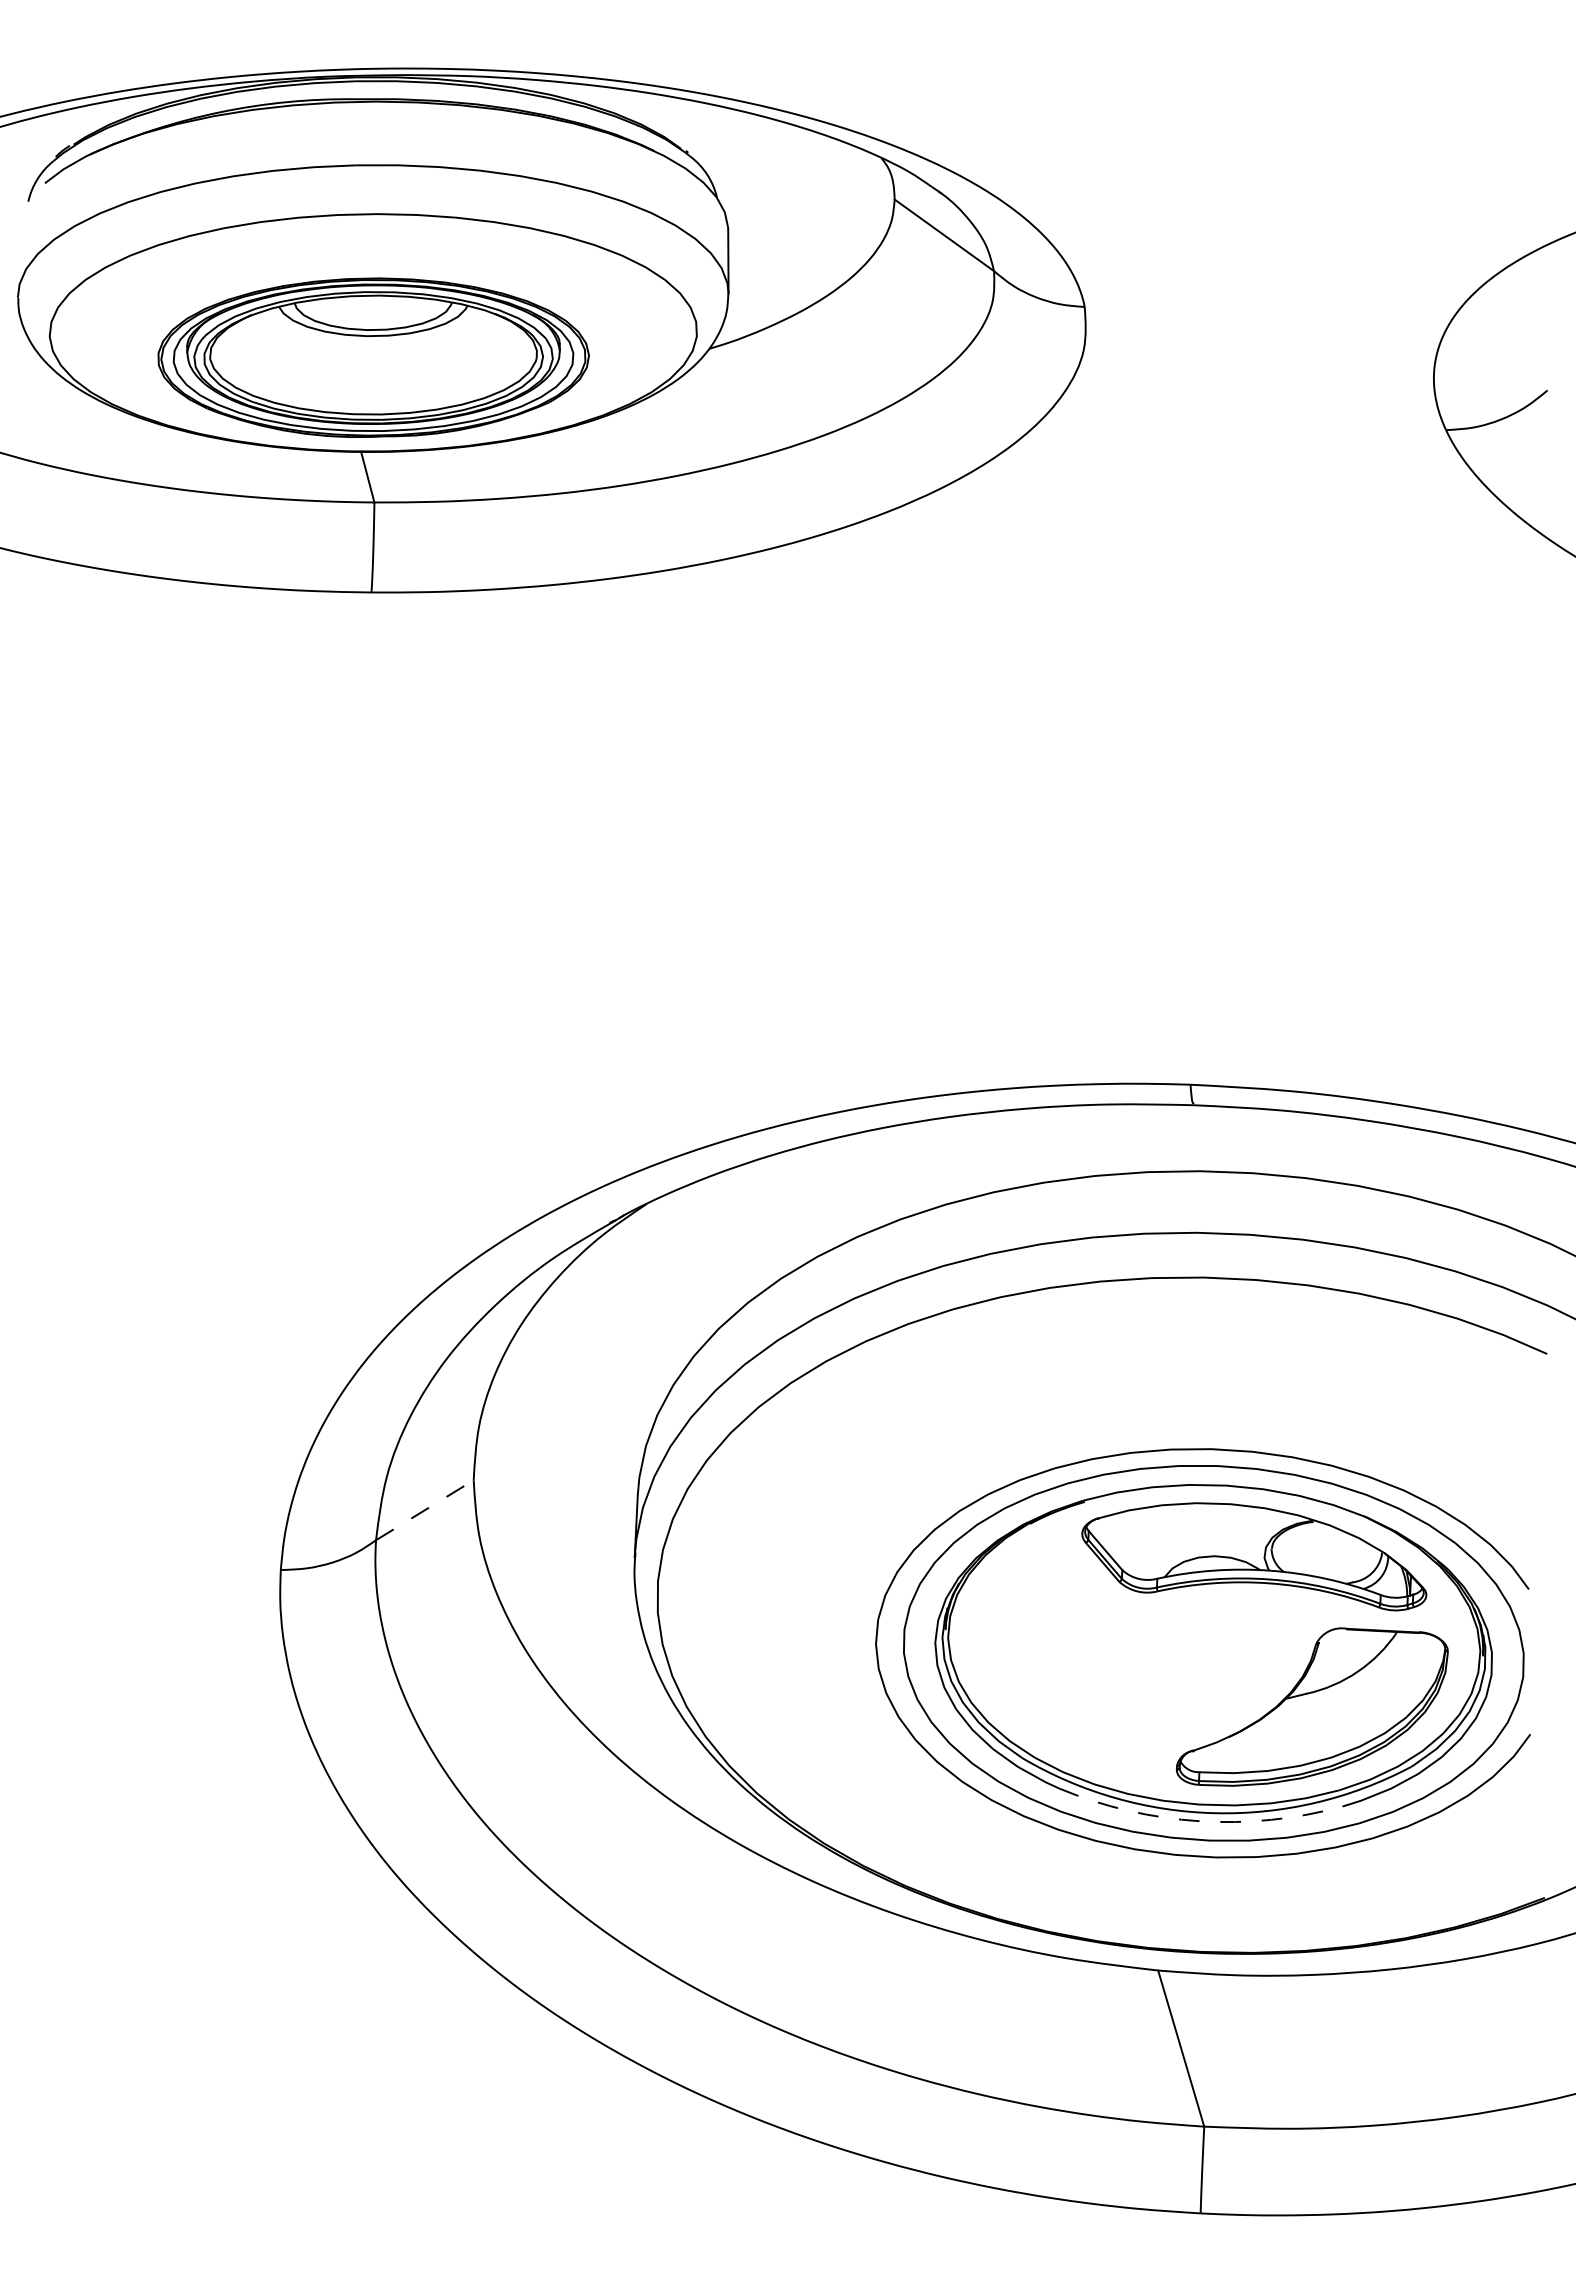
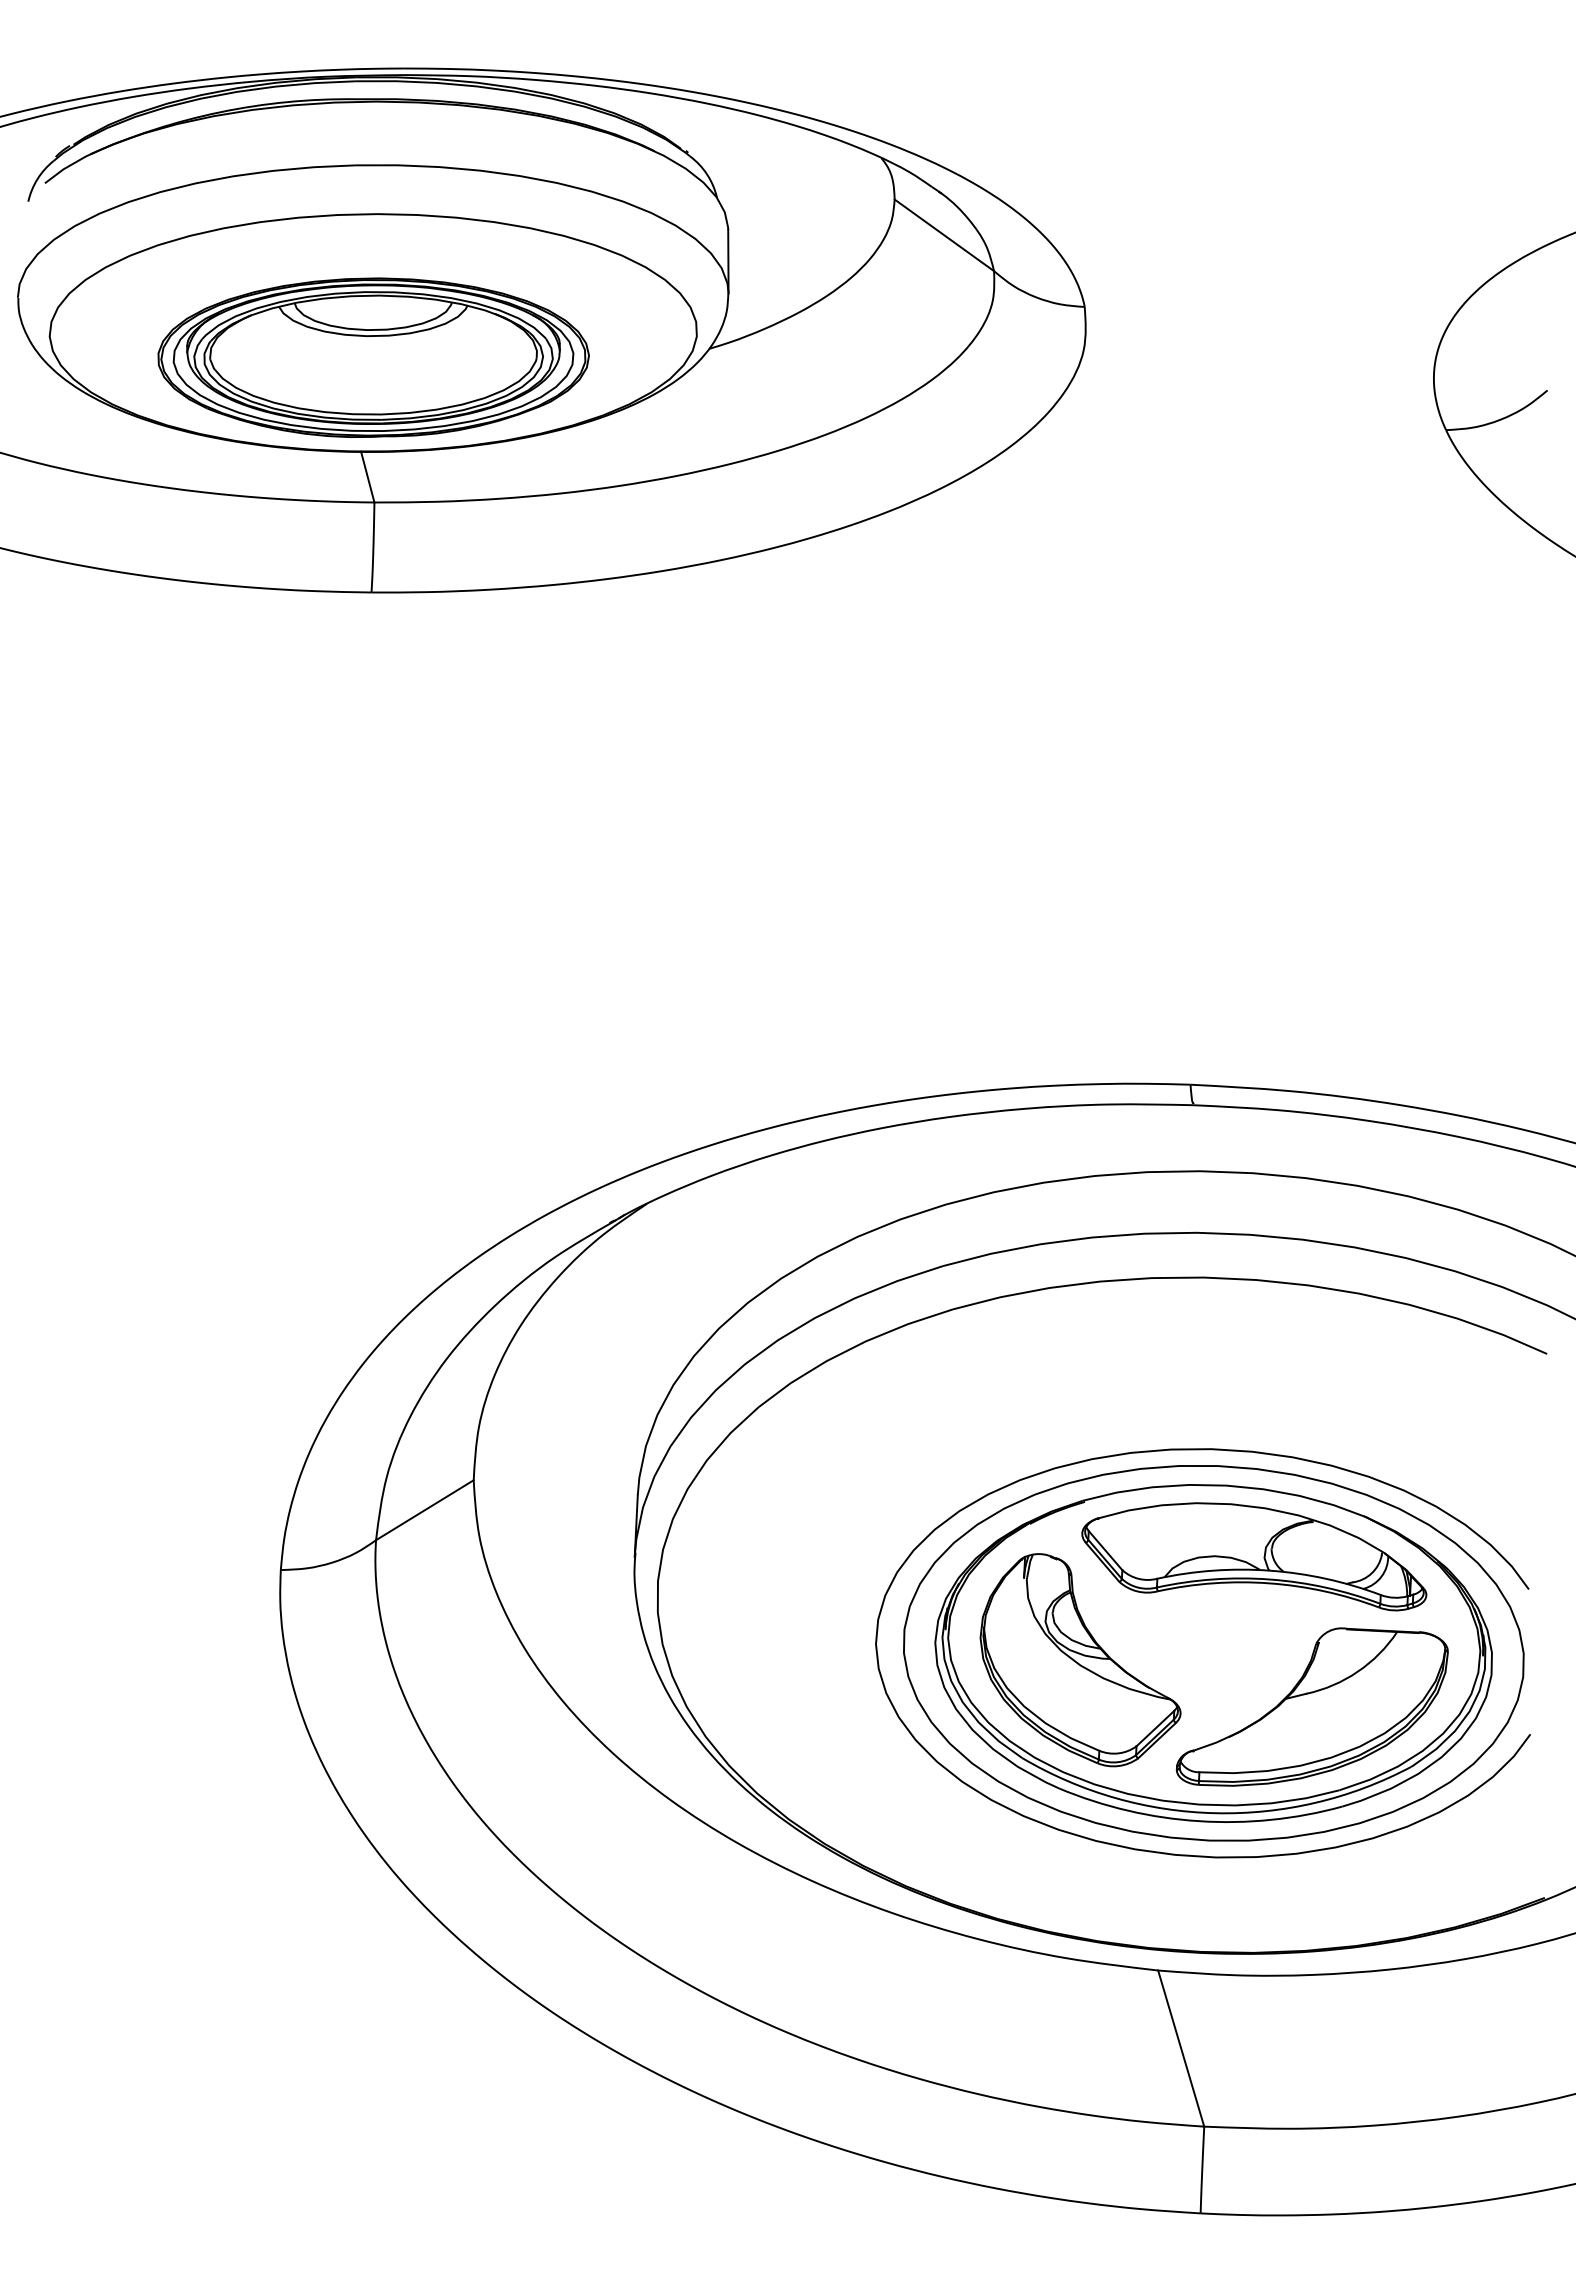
line at (425, 1509): dashed -> solid
part at (1080, 1660): none -> present
arc at (1199, 1821): dashed -> solid
